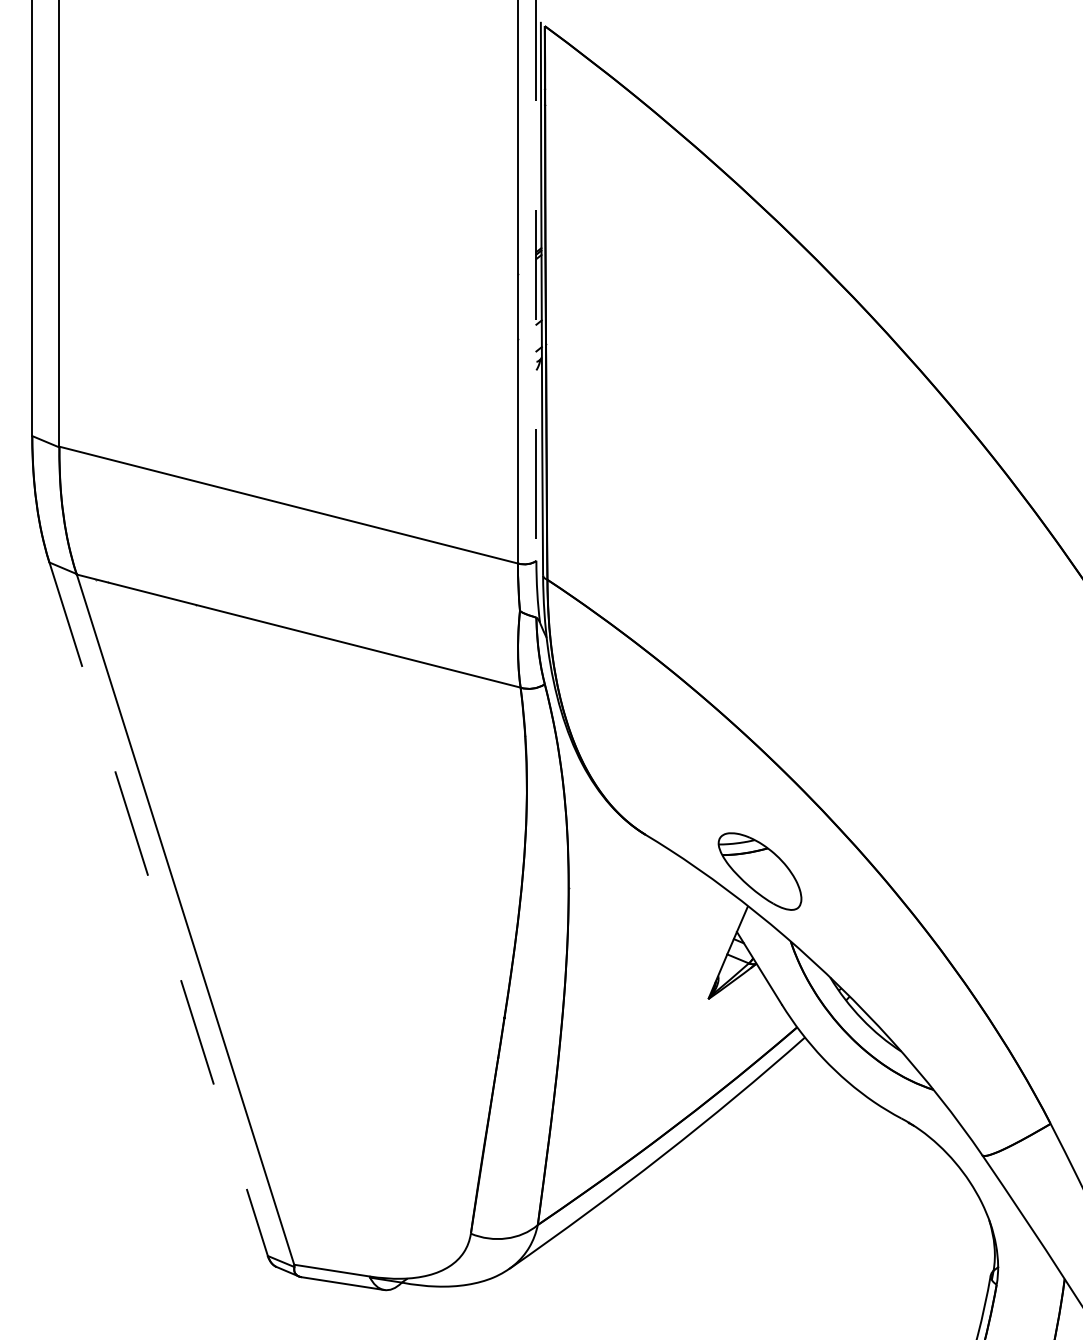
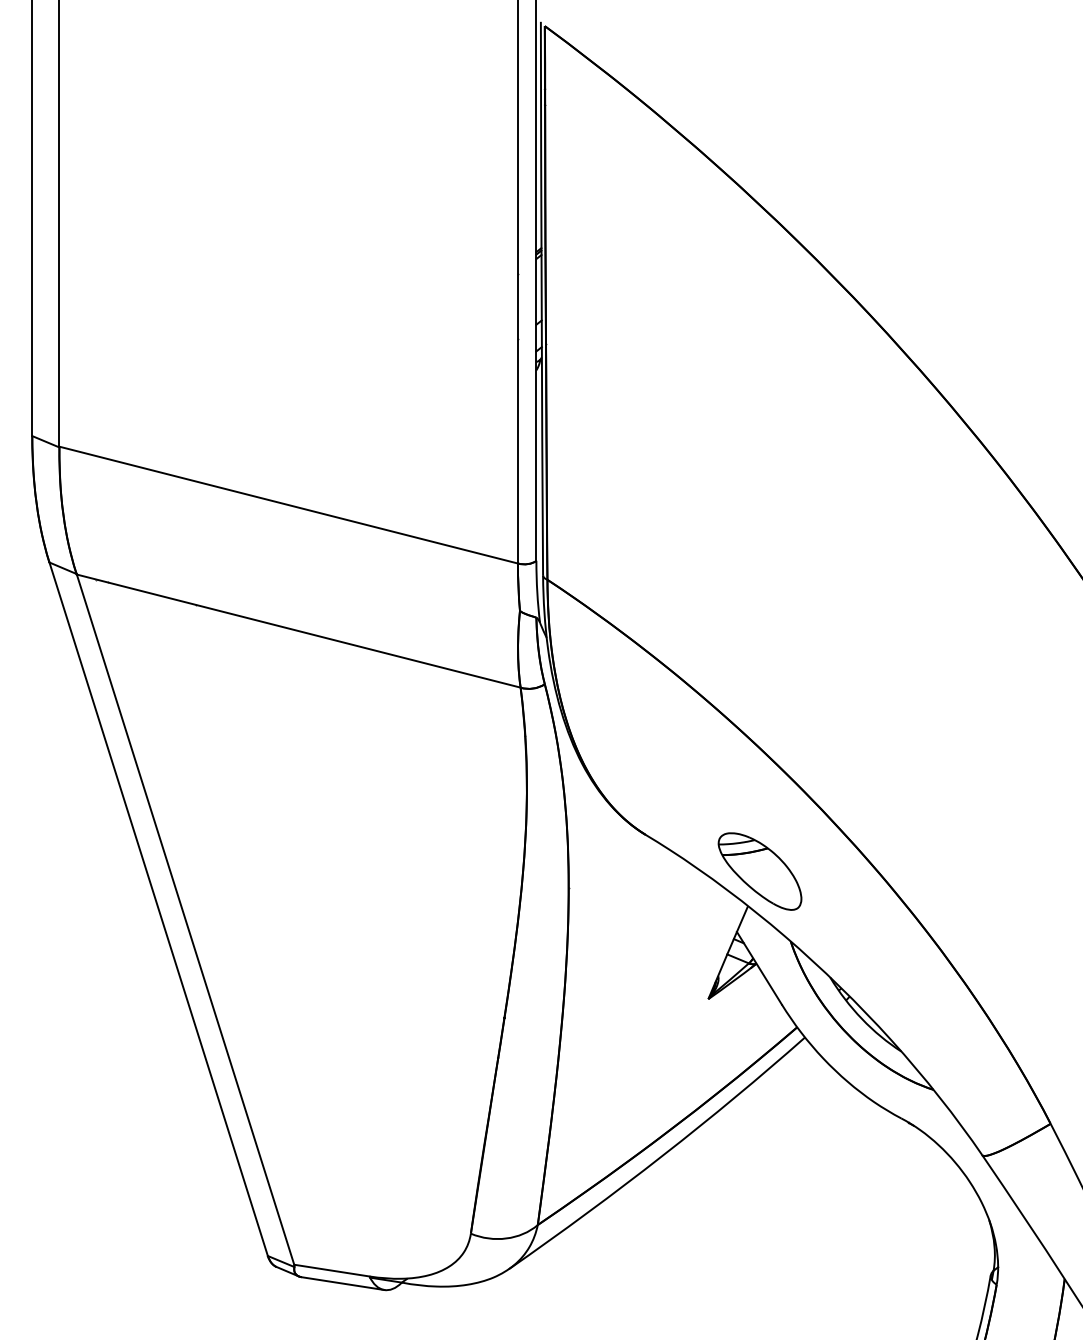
line at (536, 281): dashed -> solid
line at (158, 909): dashed -> solid
